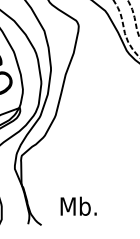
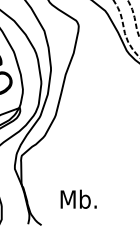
text at (78, 205) position: (78, 205) -> (78, 198)
